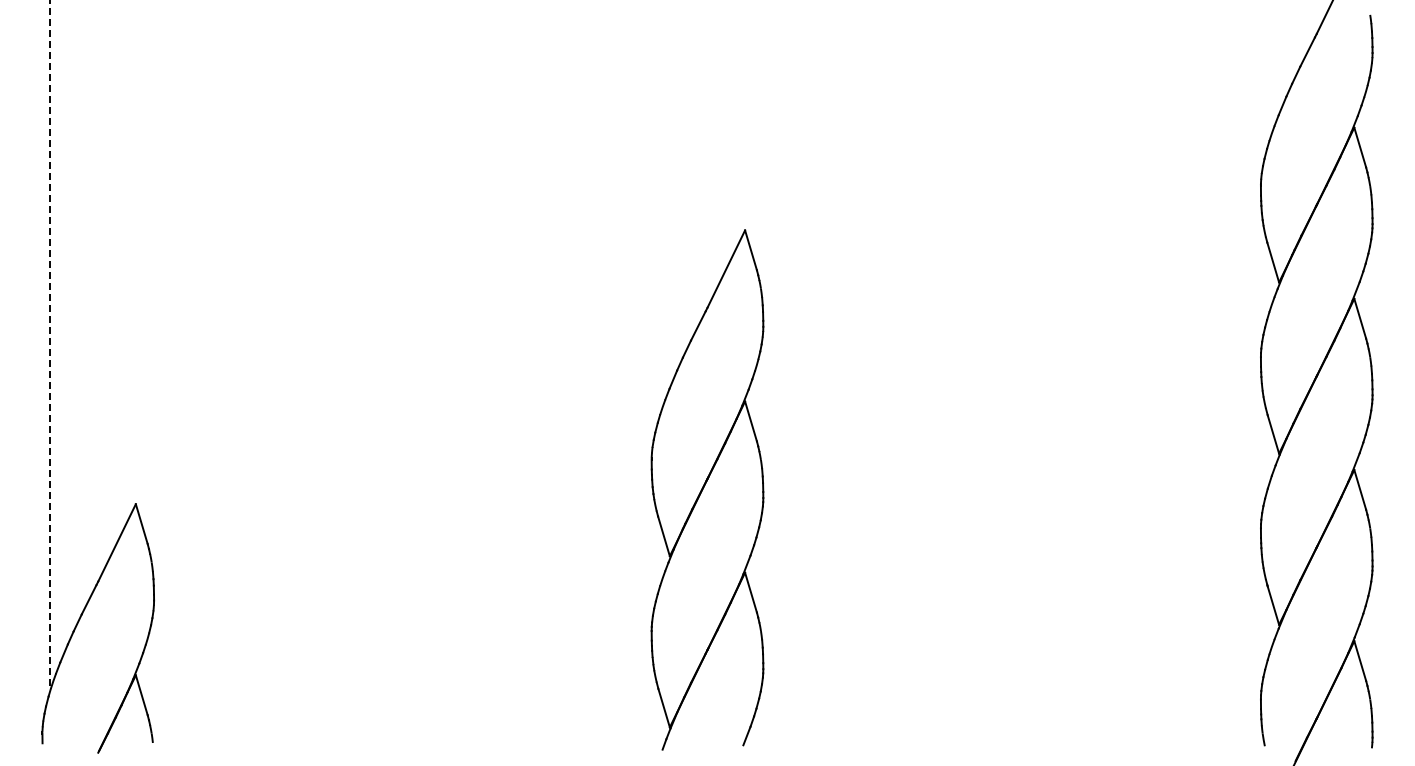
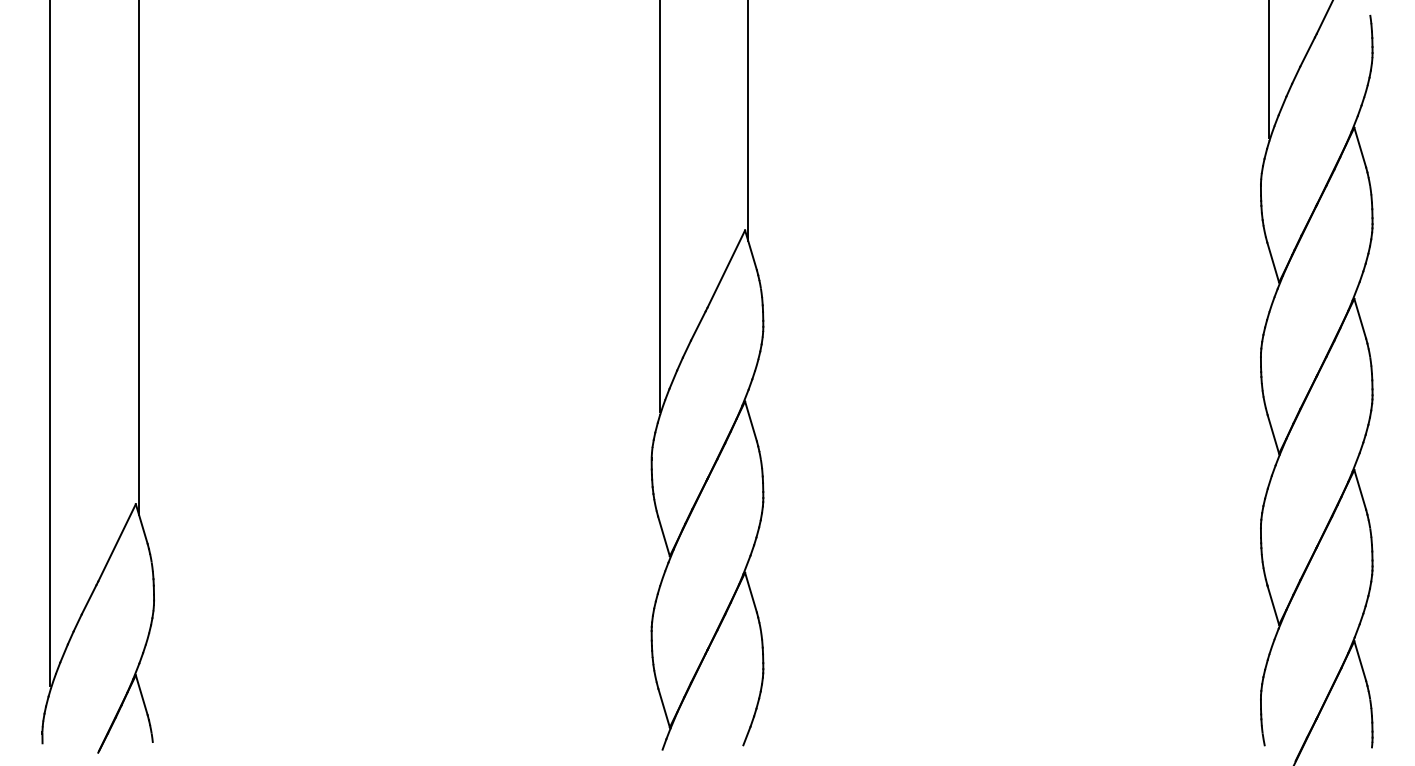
line at (1268, 70): none -> present
line at (748, 121): none -> present
line at (659, 207): none -> present
line at (138, 258): none -> present
line at (50, 343): dashed -> solid
